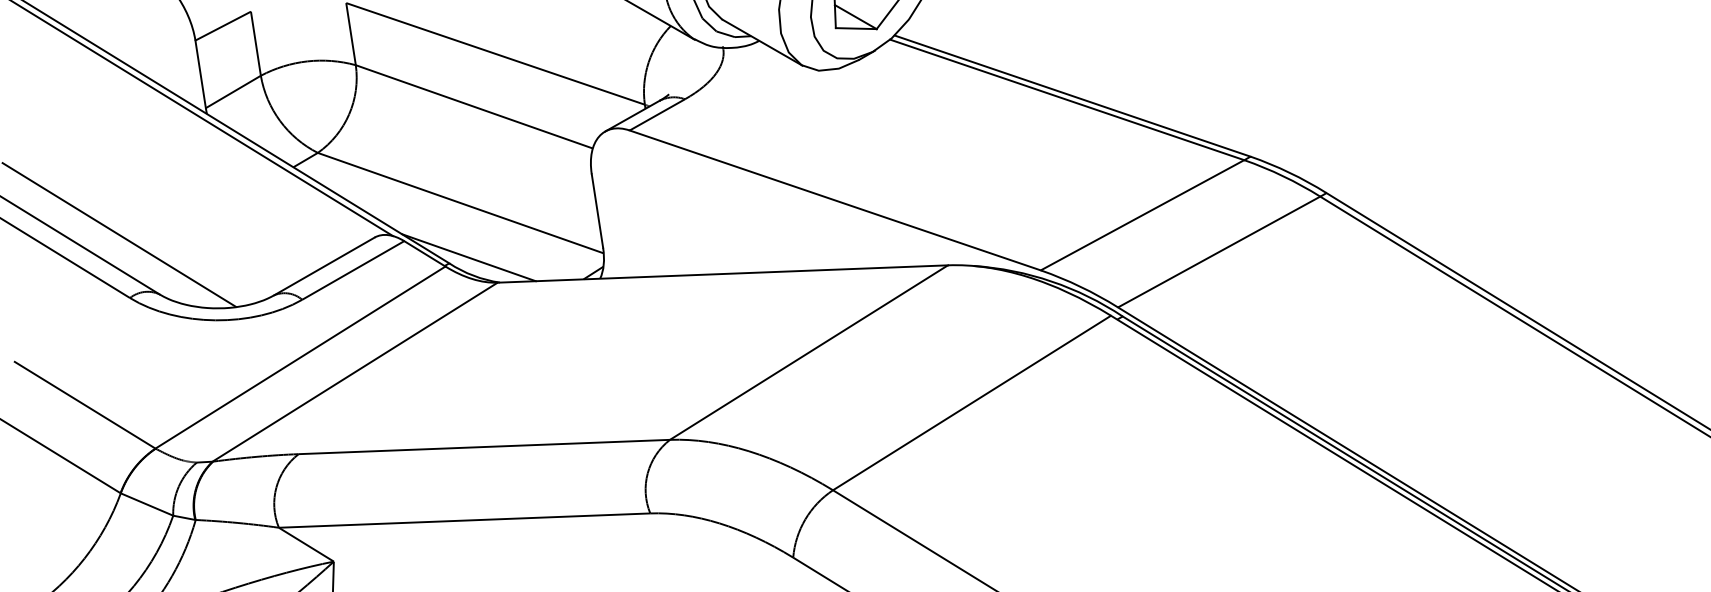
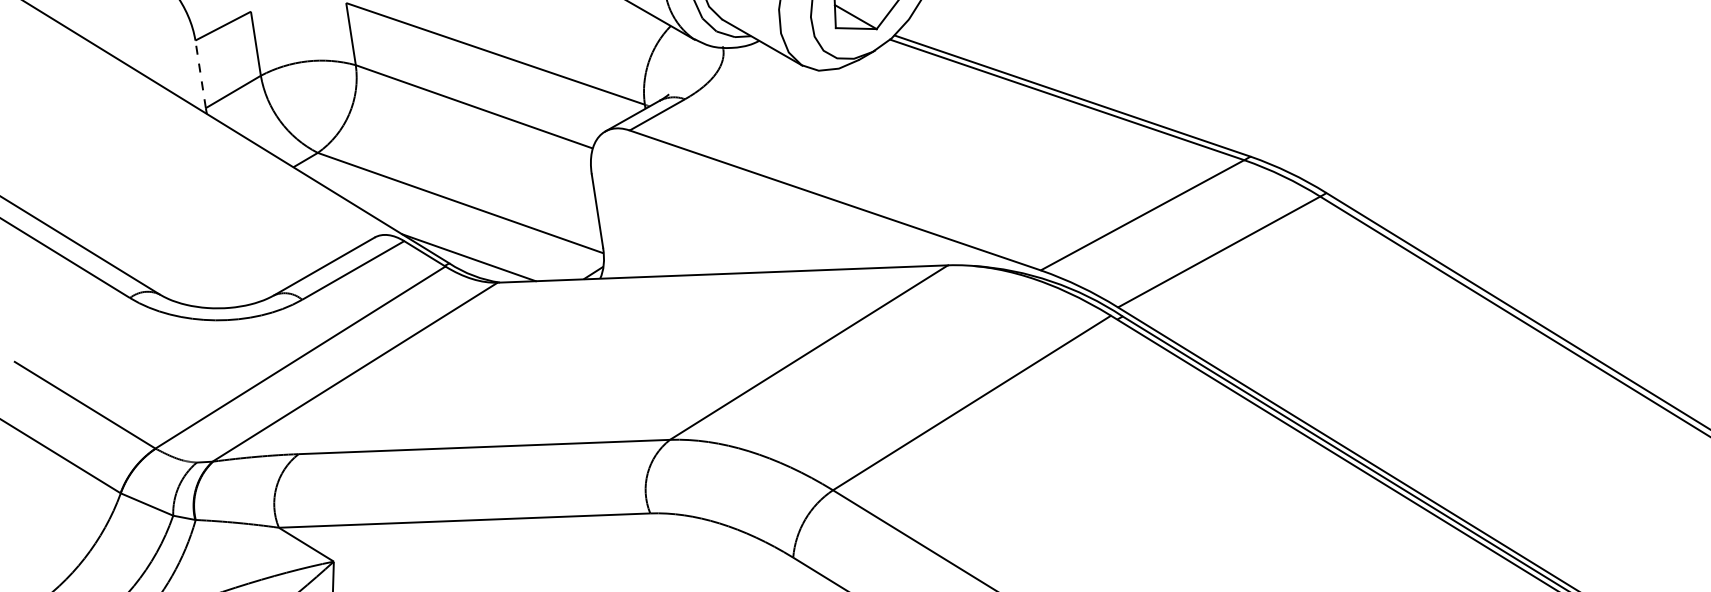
line at (200, 73): solid -> dashed
line at (203, 119): present -> none
line at (119, 234): present -> none
